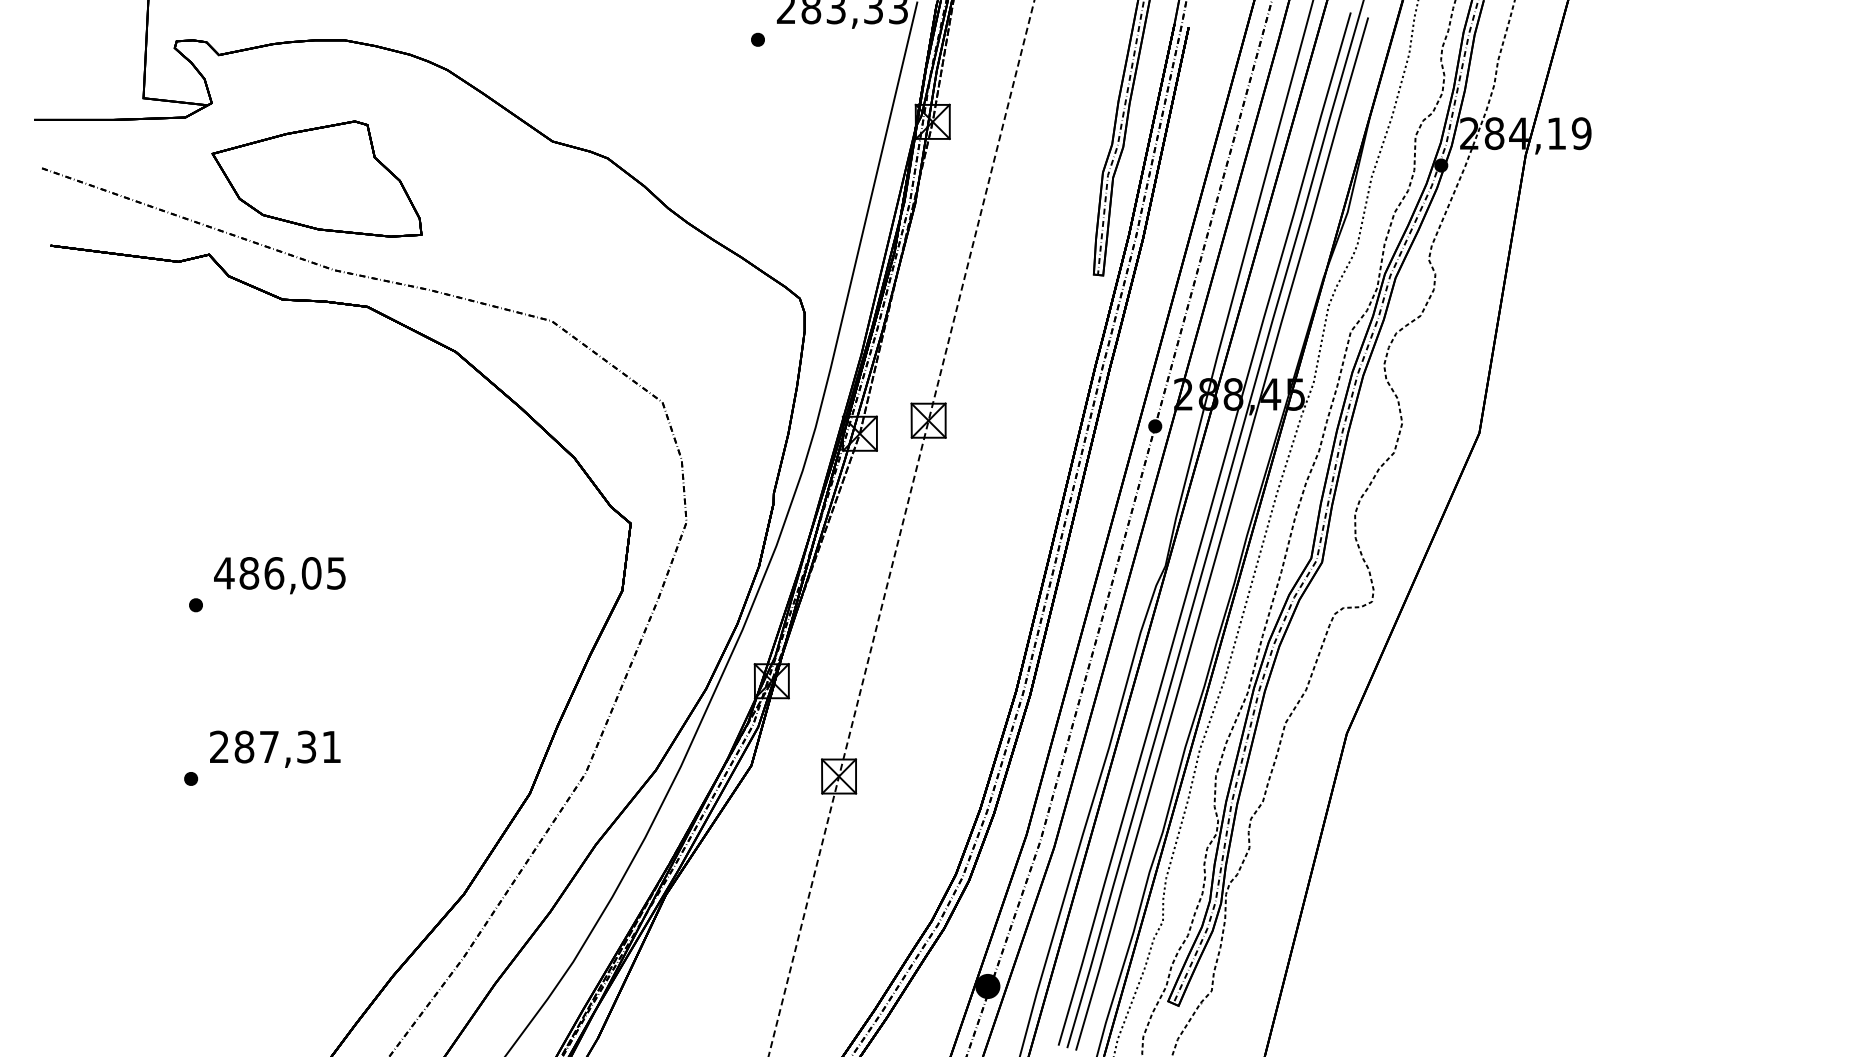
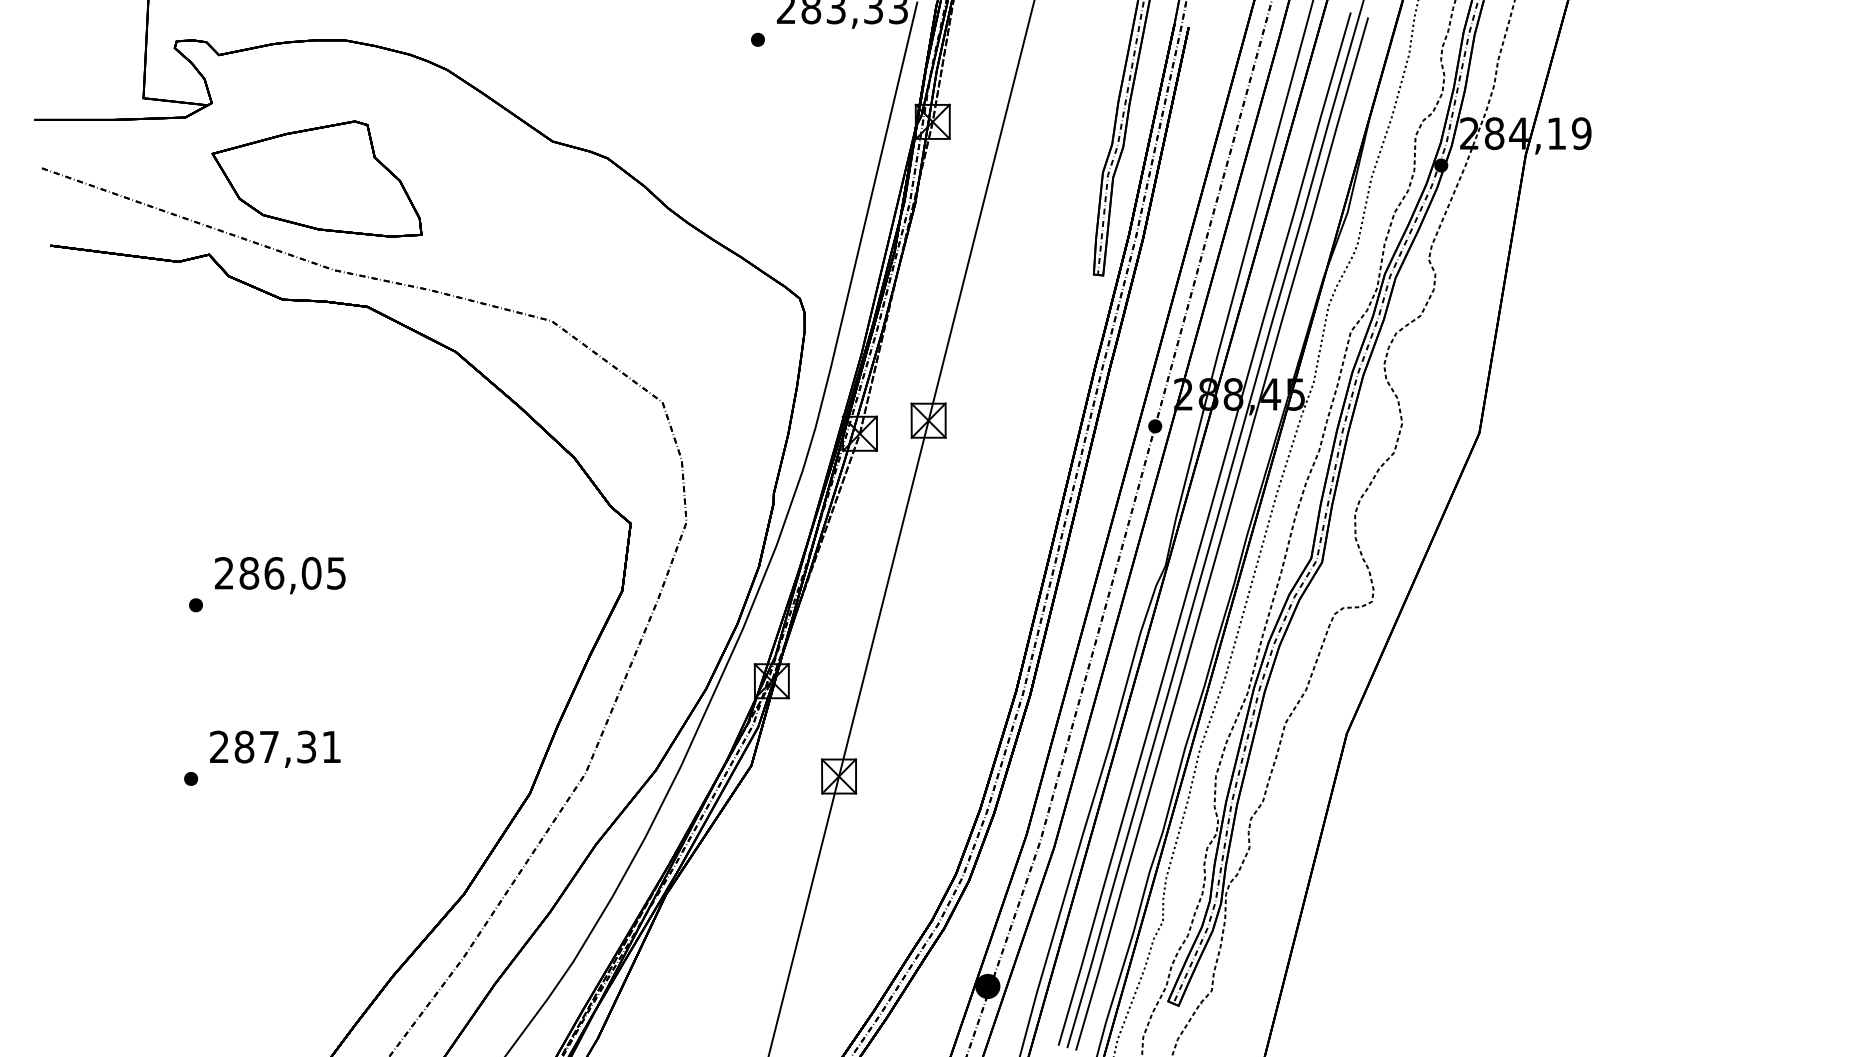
line at (901, 528): dashed -> solid
text at (224, 573): 486,05 -> 286,05
